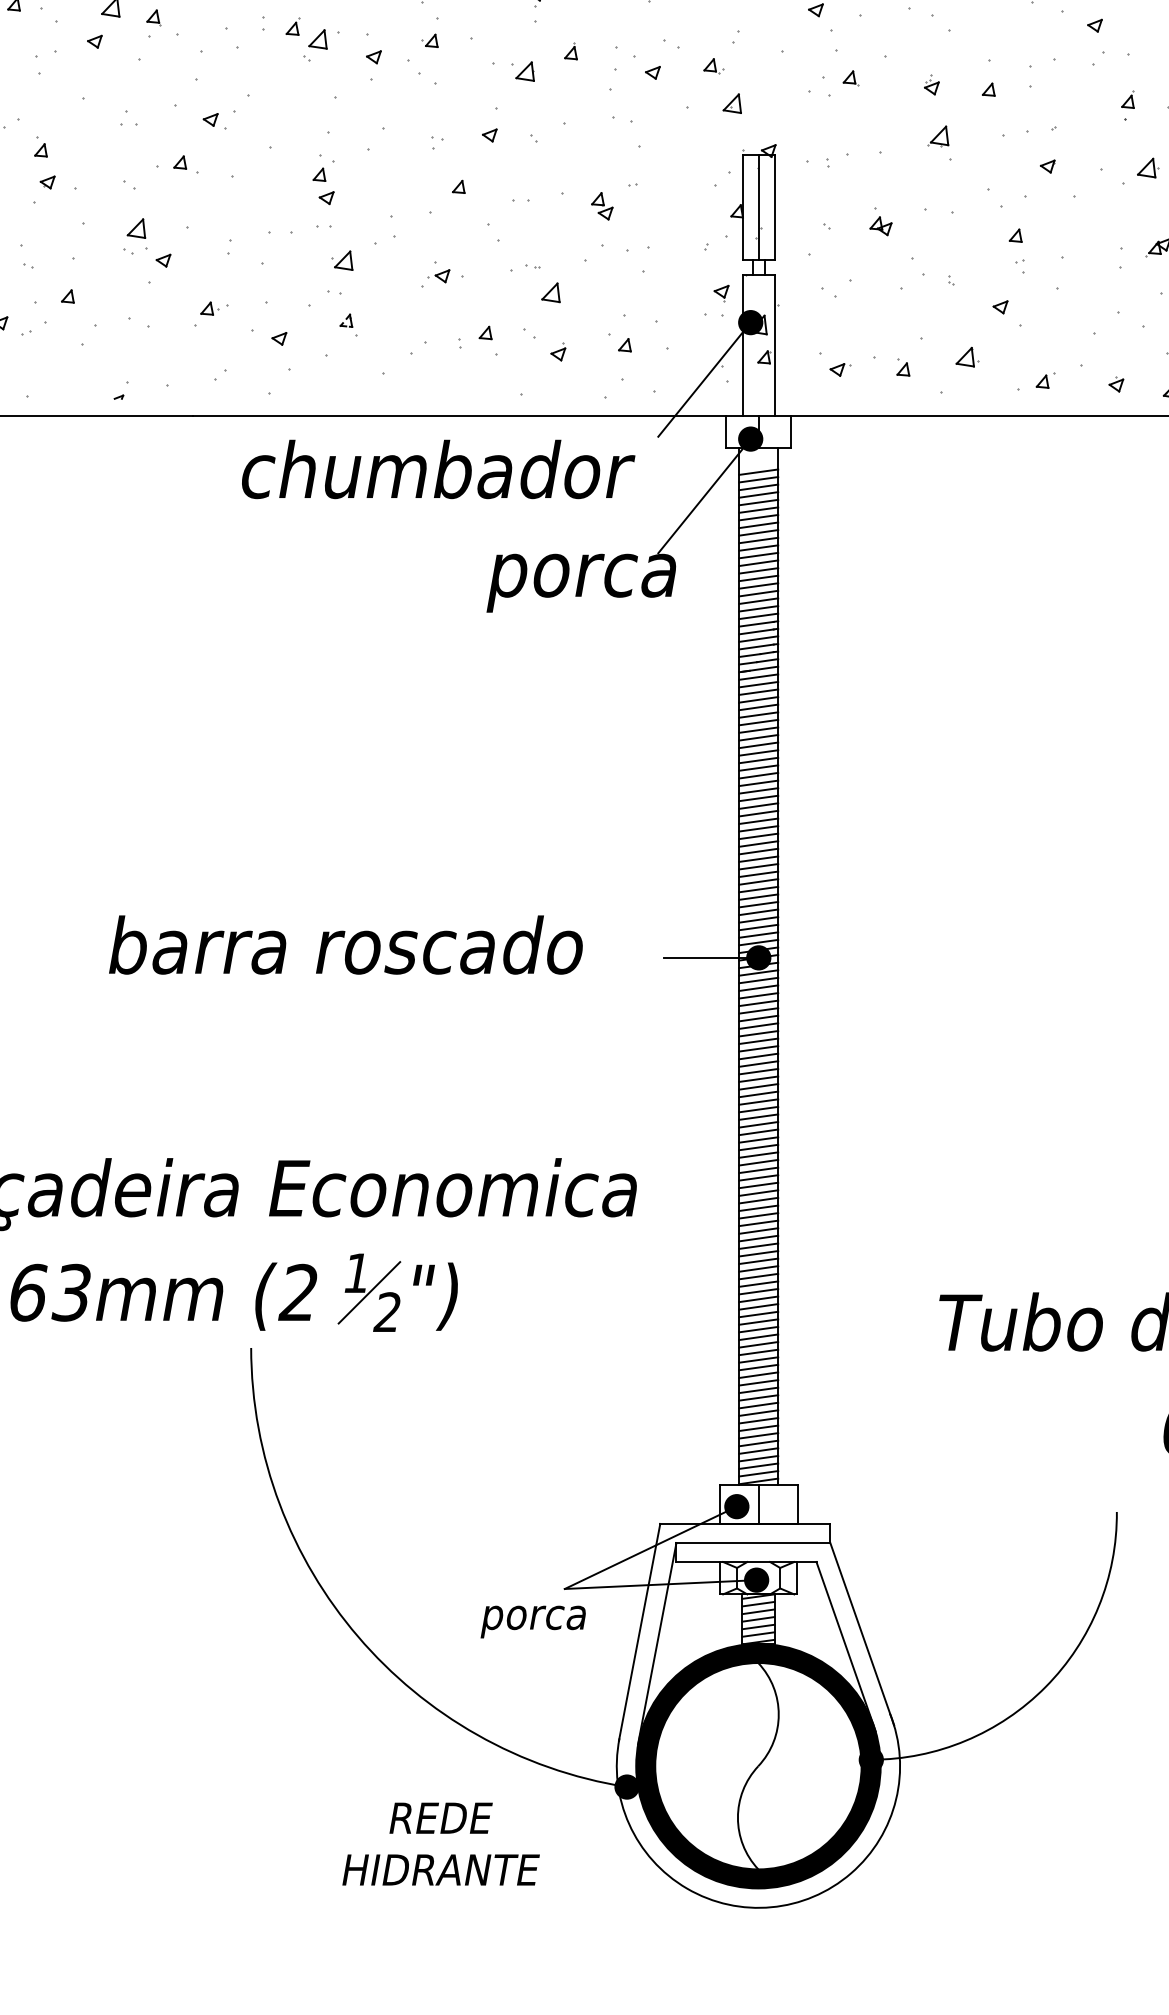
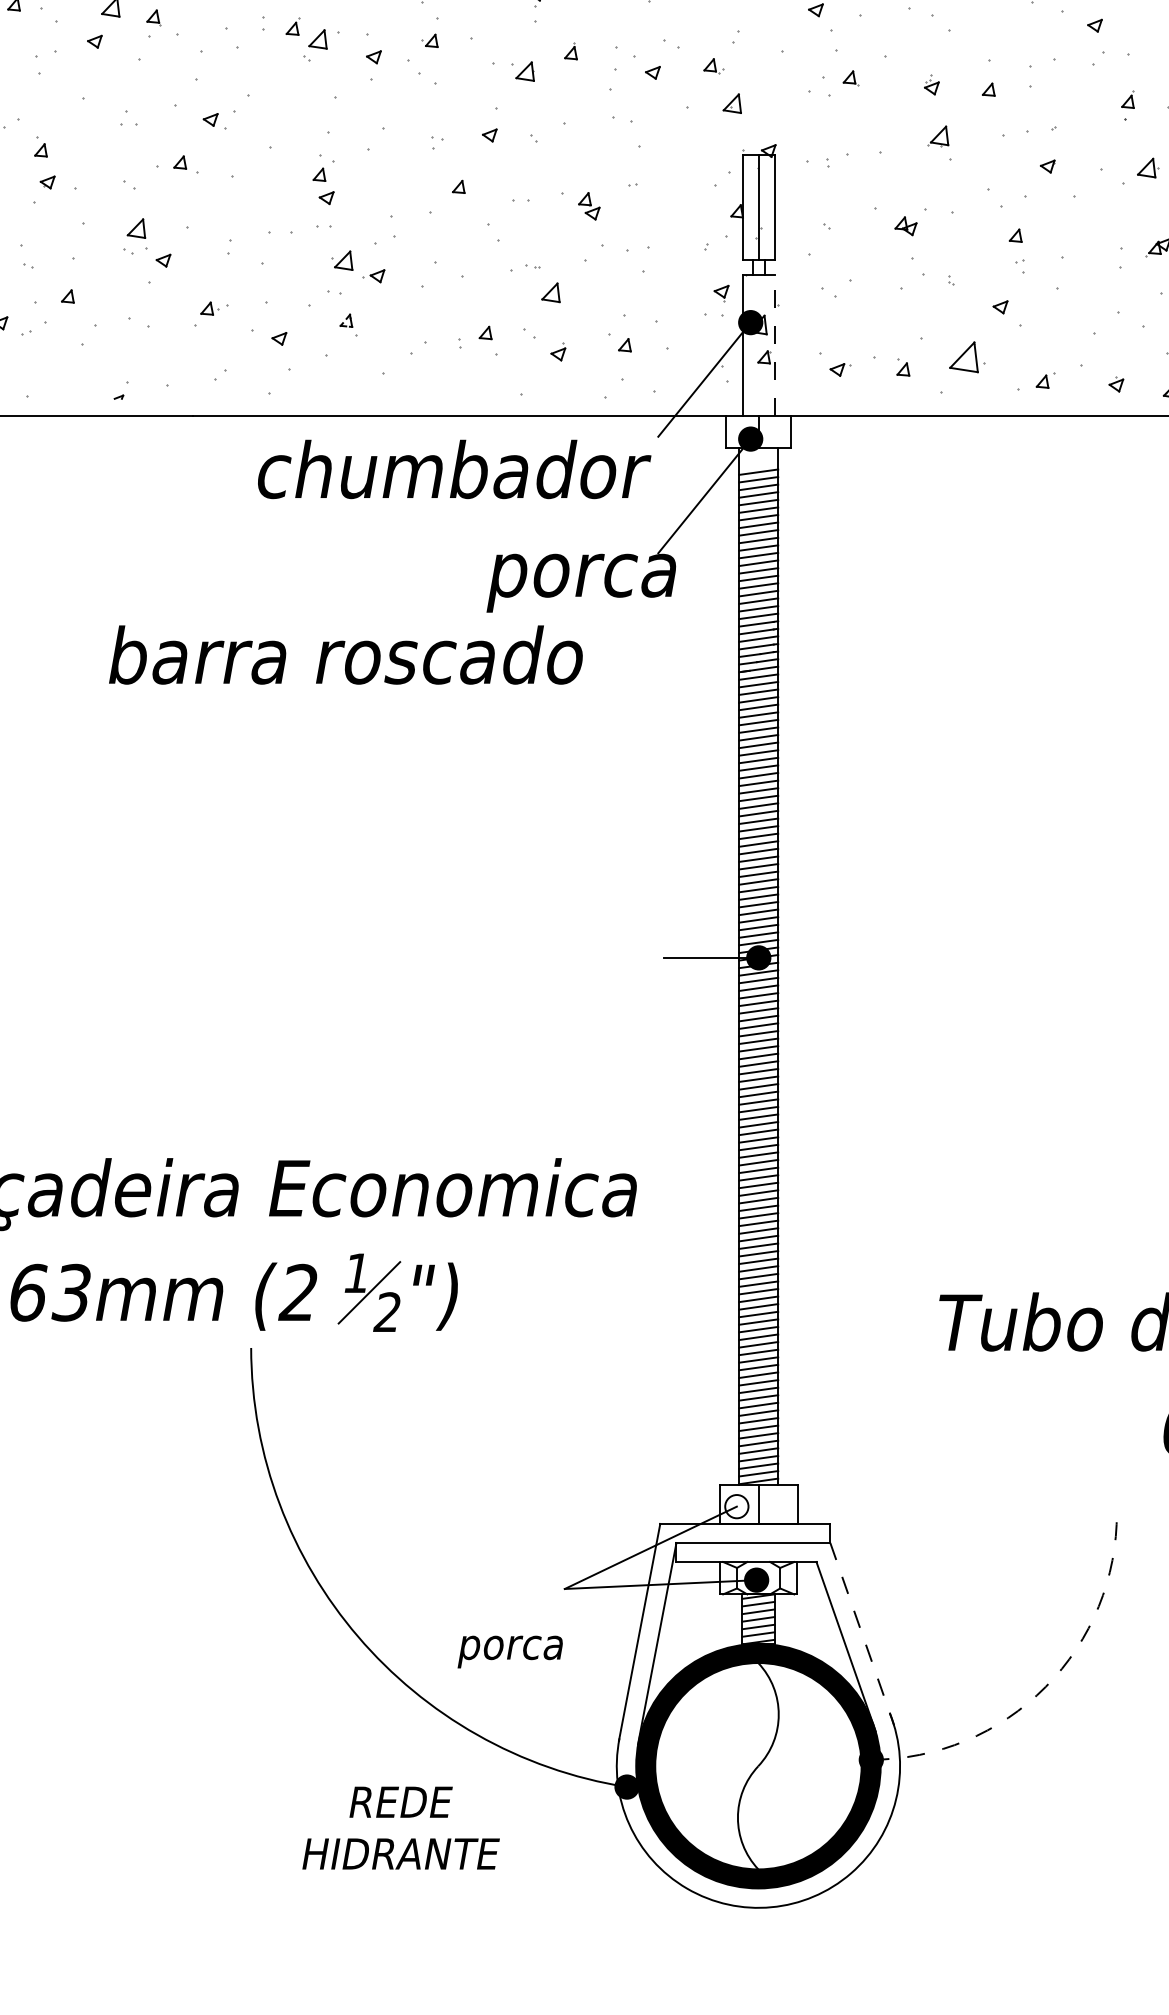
part at (602, 206) position: (602, 206) -> (589, 206)
part at (880, 226) position: (880, 226) -> (905, 226)
part at (438, 276) position: (438, 276) -> (373, 276)
line at (774, 345): solid -> dashed
part at (967, 356) size: 25x22 px -> 37x33 px
text at (438, 469) position: (438, 469) -> (454, 469)
text at (345, 944) position: (345, 944) -> (345, 654)
fill at (736, 1506): present -> none
text at (532, 1621) position: (532, 1621) -> (509, 1651)
line at (862, 1634): solid -> dashed
arc at (1045, 1686): solid -> dashed
text at (440, 1843) position: (440, 1843) -> (400, 1827)
